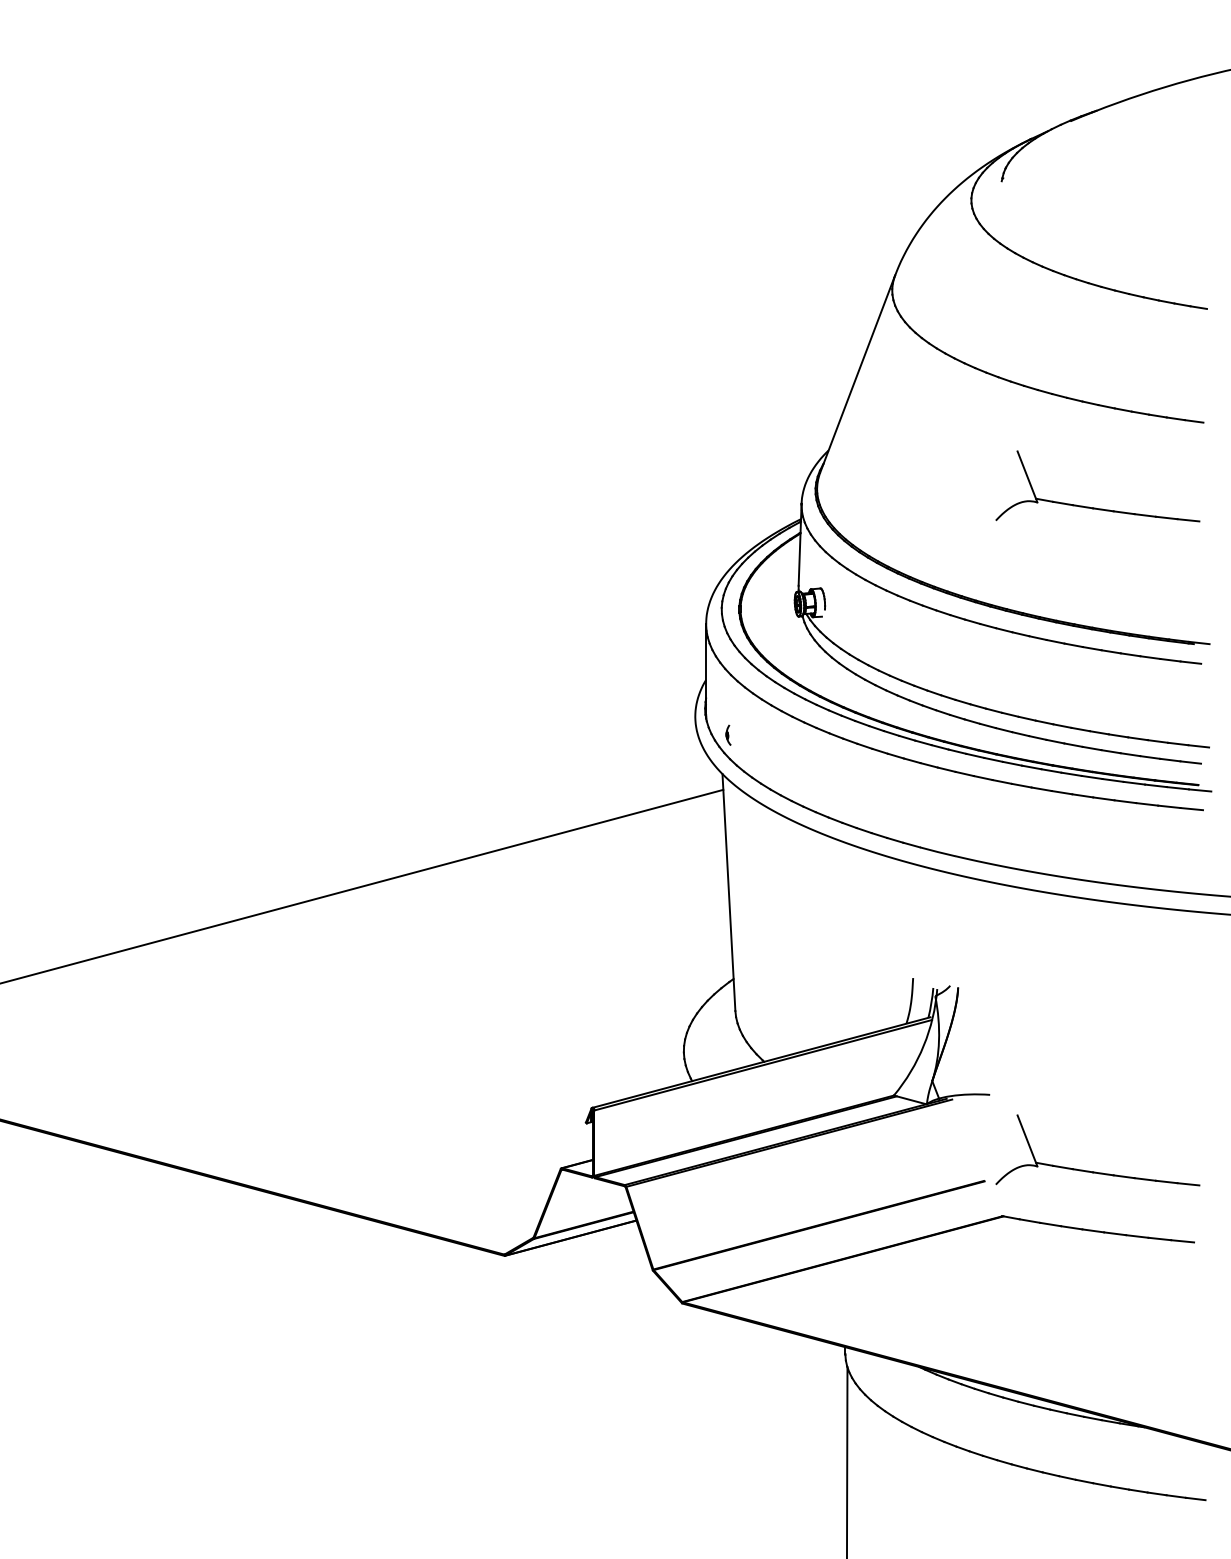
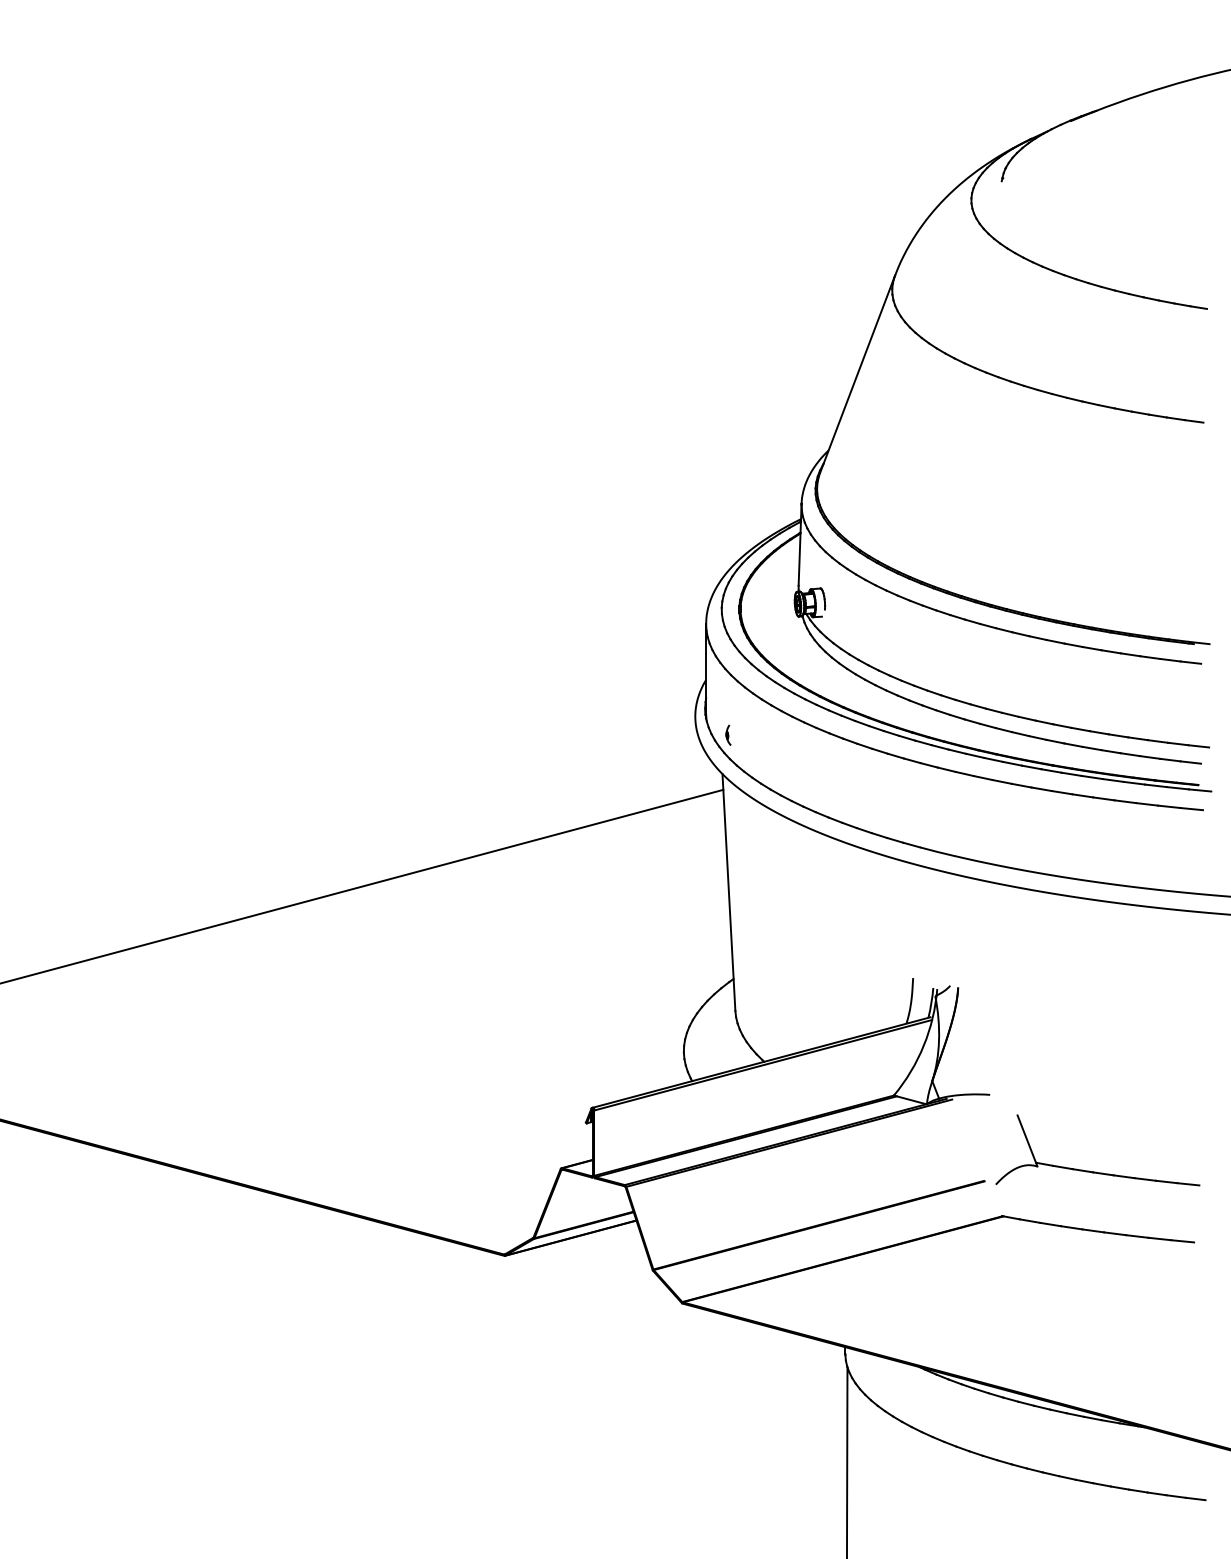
part at (1095, 507): present -> none
